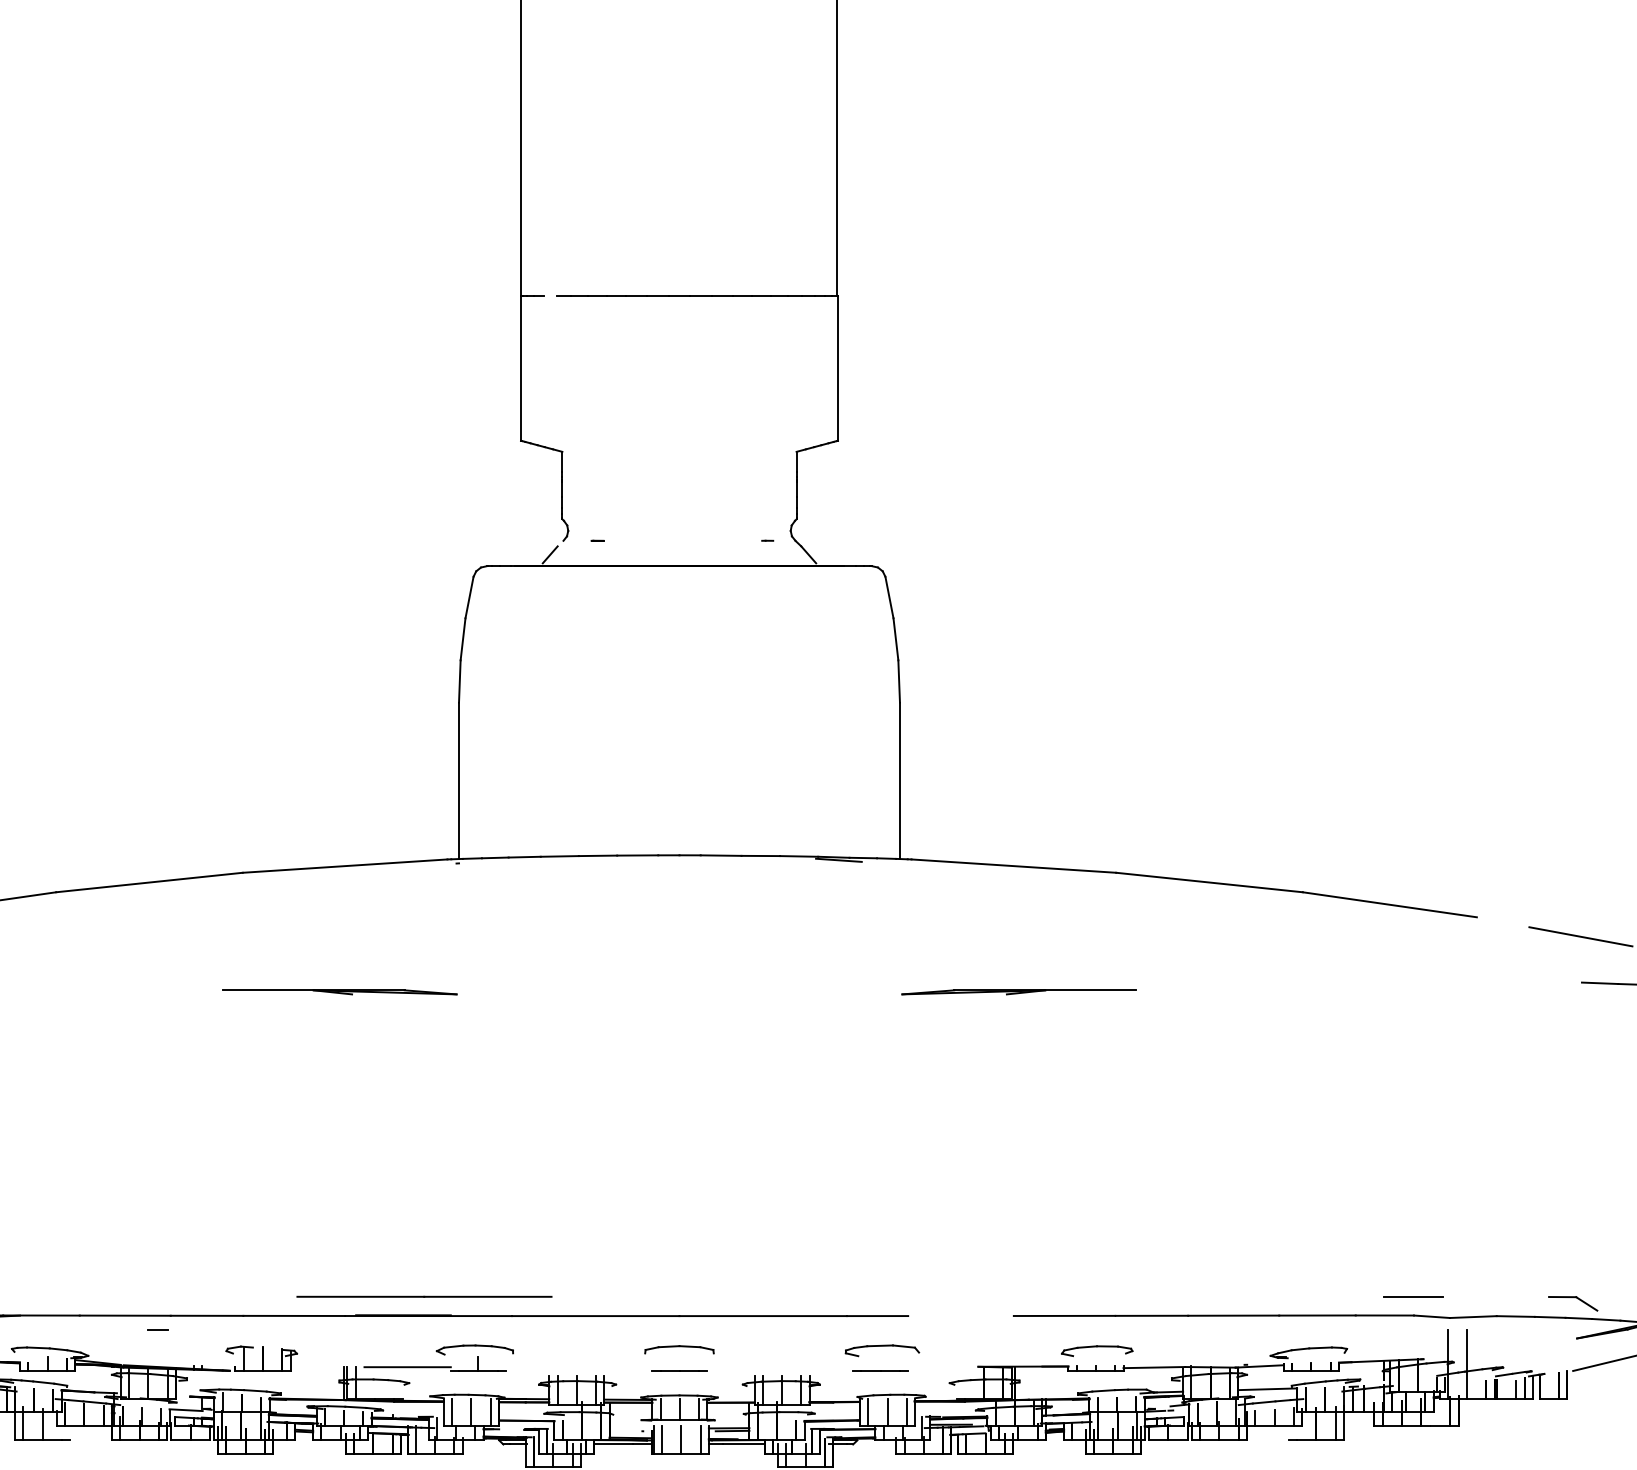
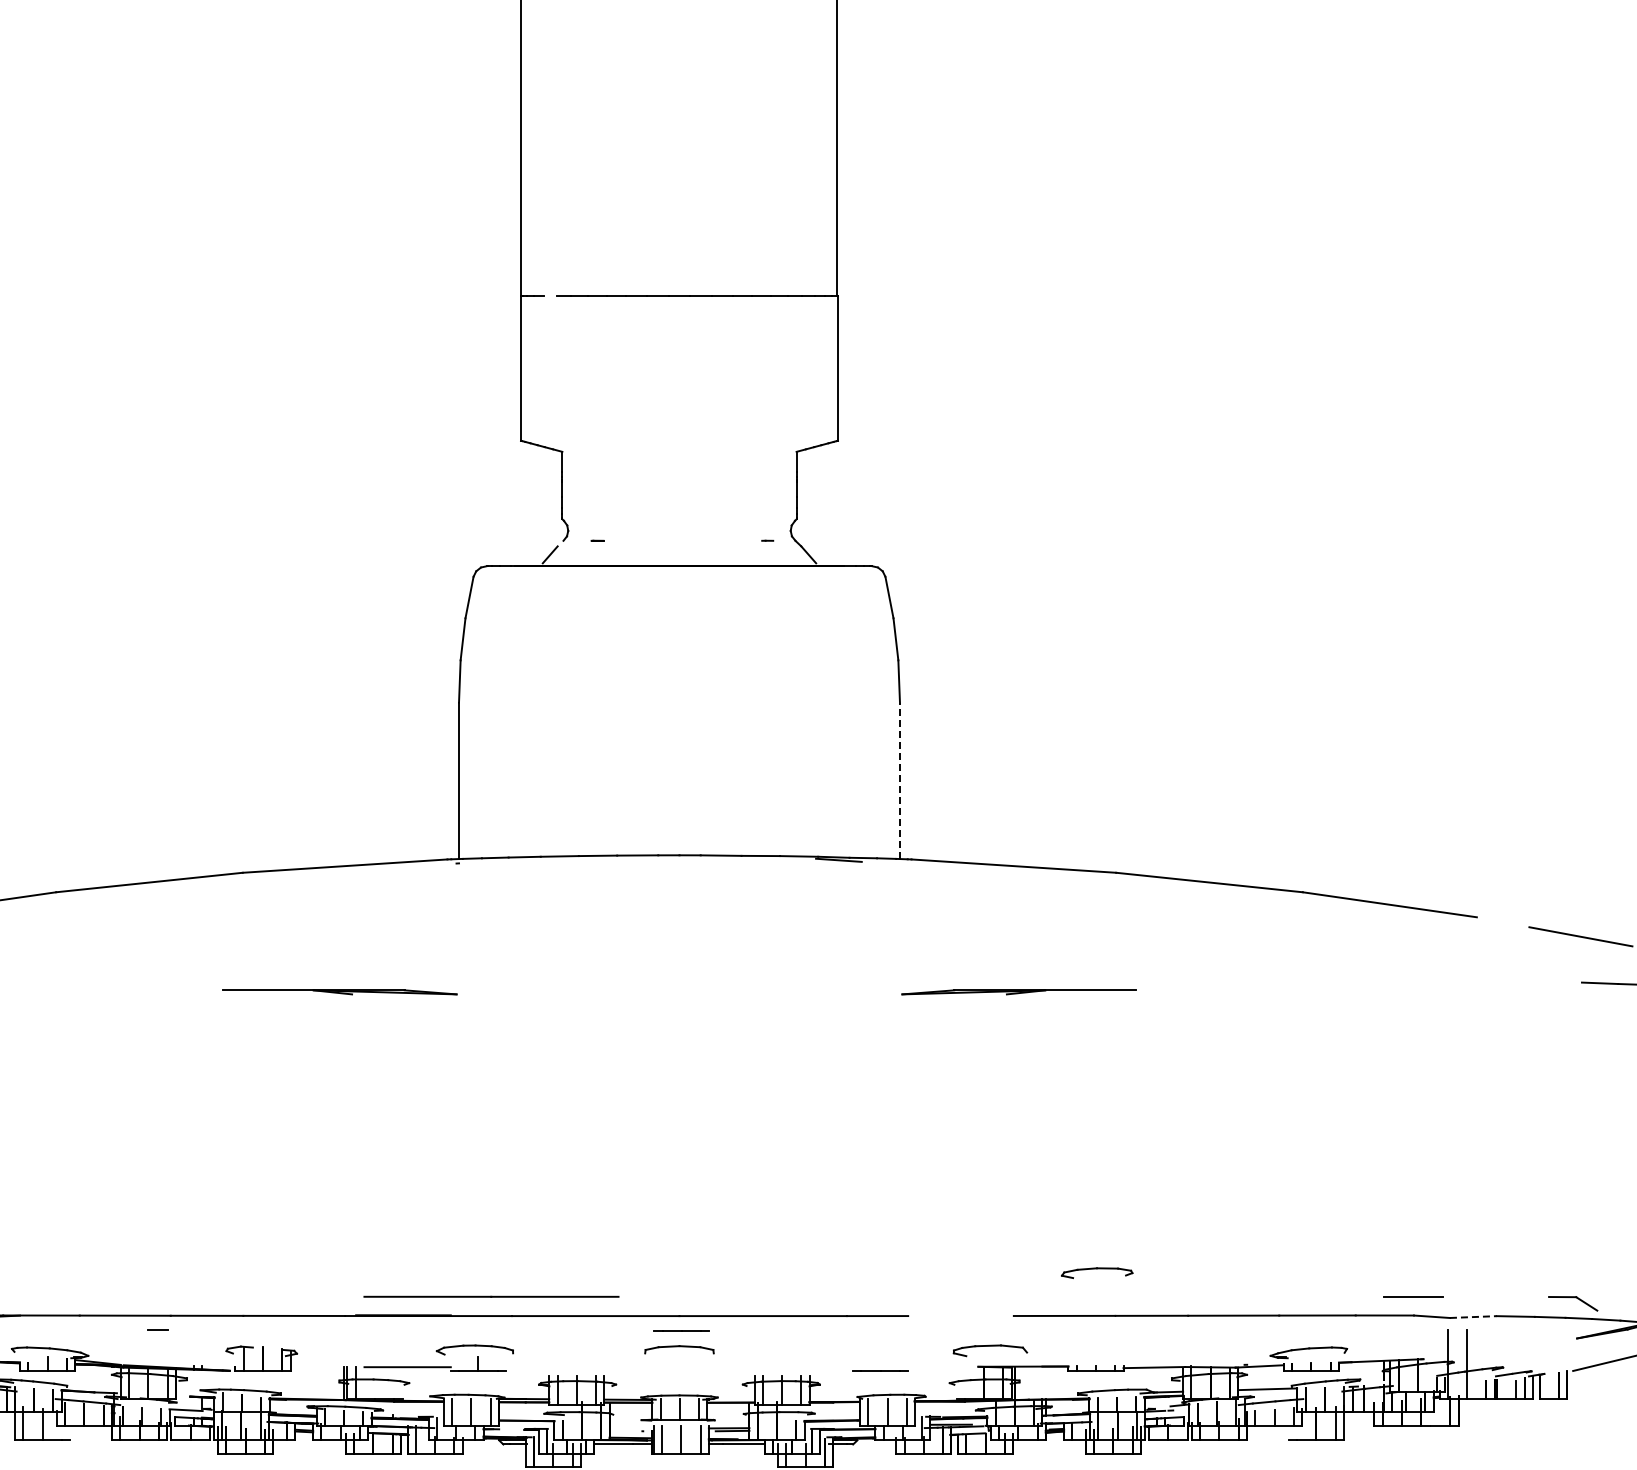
line at (899, 780): solid -> dashed
line at (424, 1296) position: (424, 1296) -> (491, 1296)
line at (1473, 1317): solid -> dashed
part at (882, 1350) position: (882, 1350) -> (990, 1350)
part at (1097, 1350) position: (1097, 1350) -> (1097, 1272)
line at (679, 1370) position: (679, 1370) -> (681, 1330)
